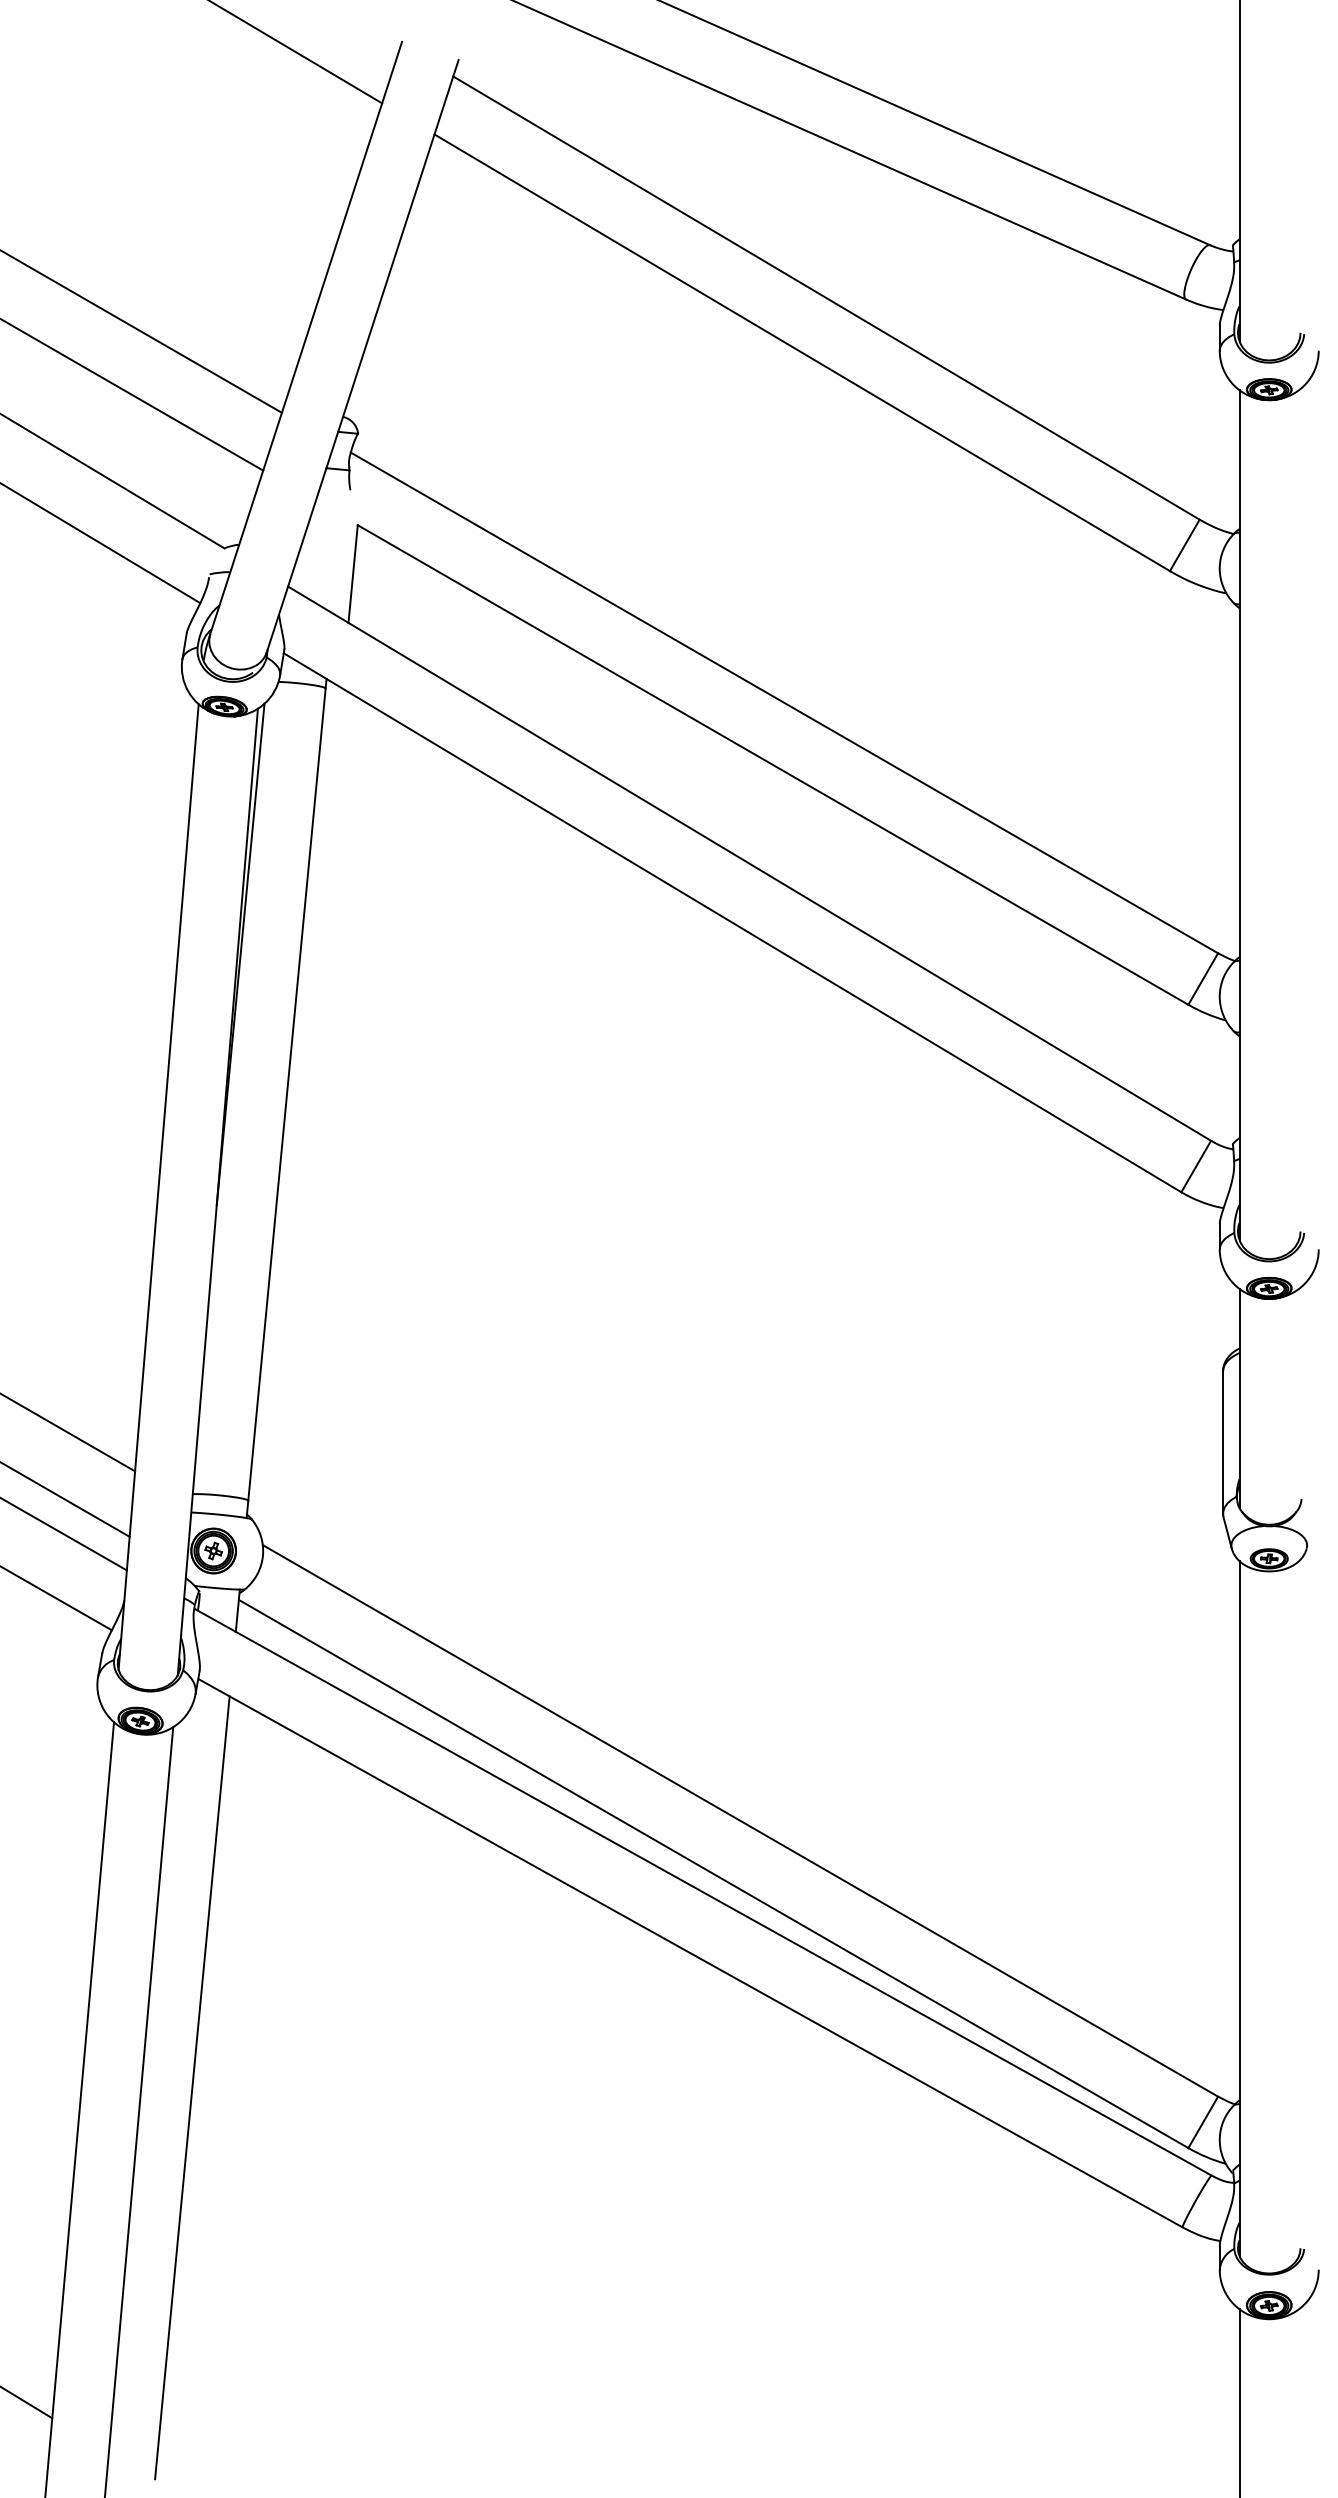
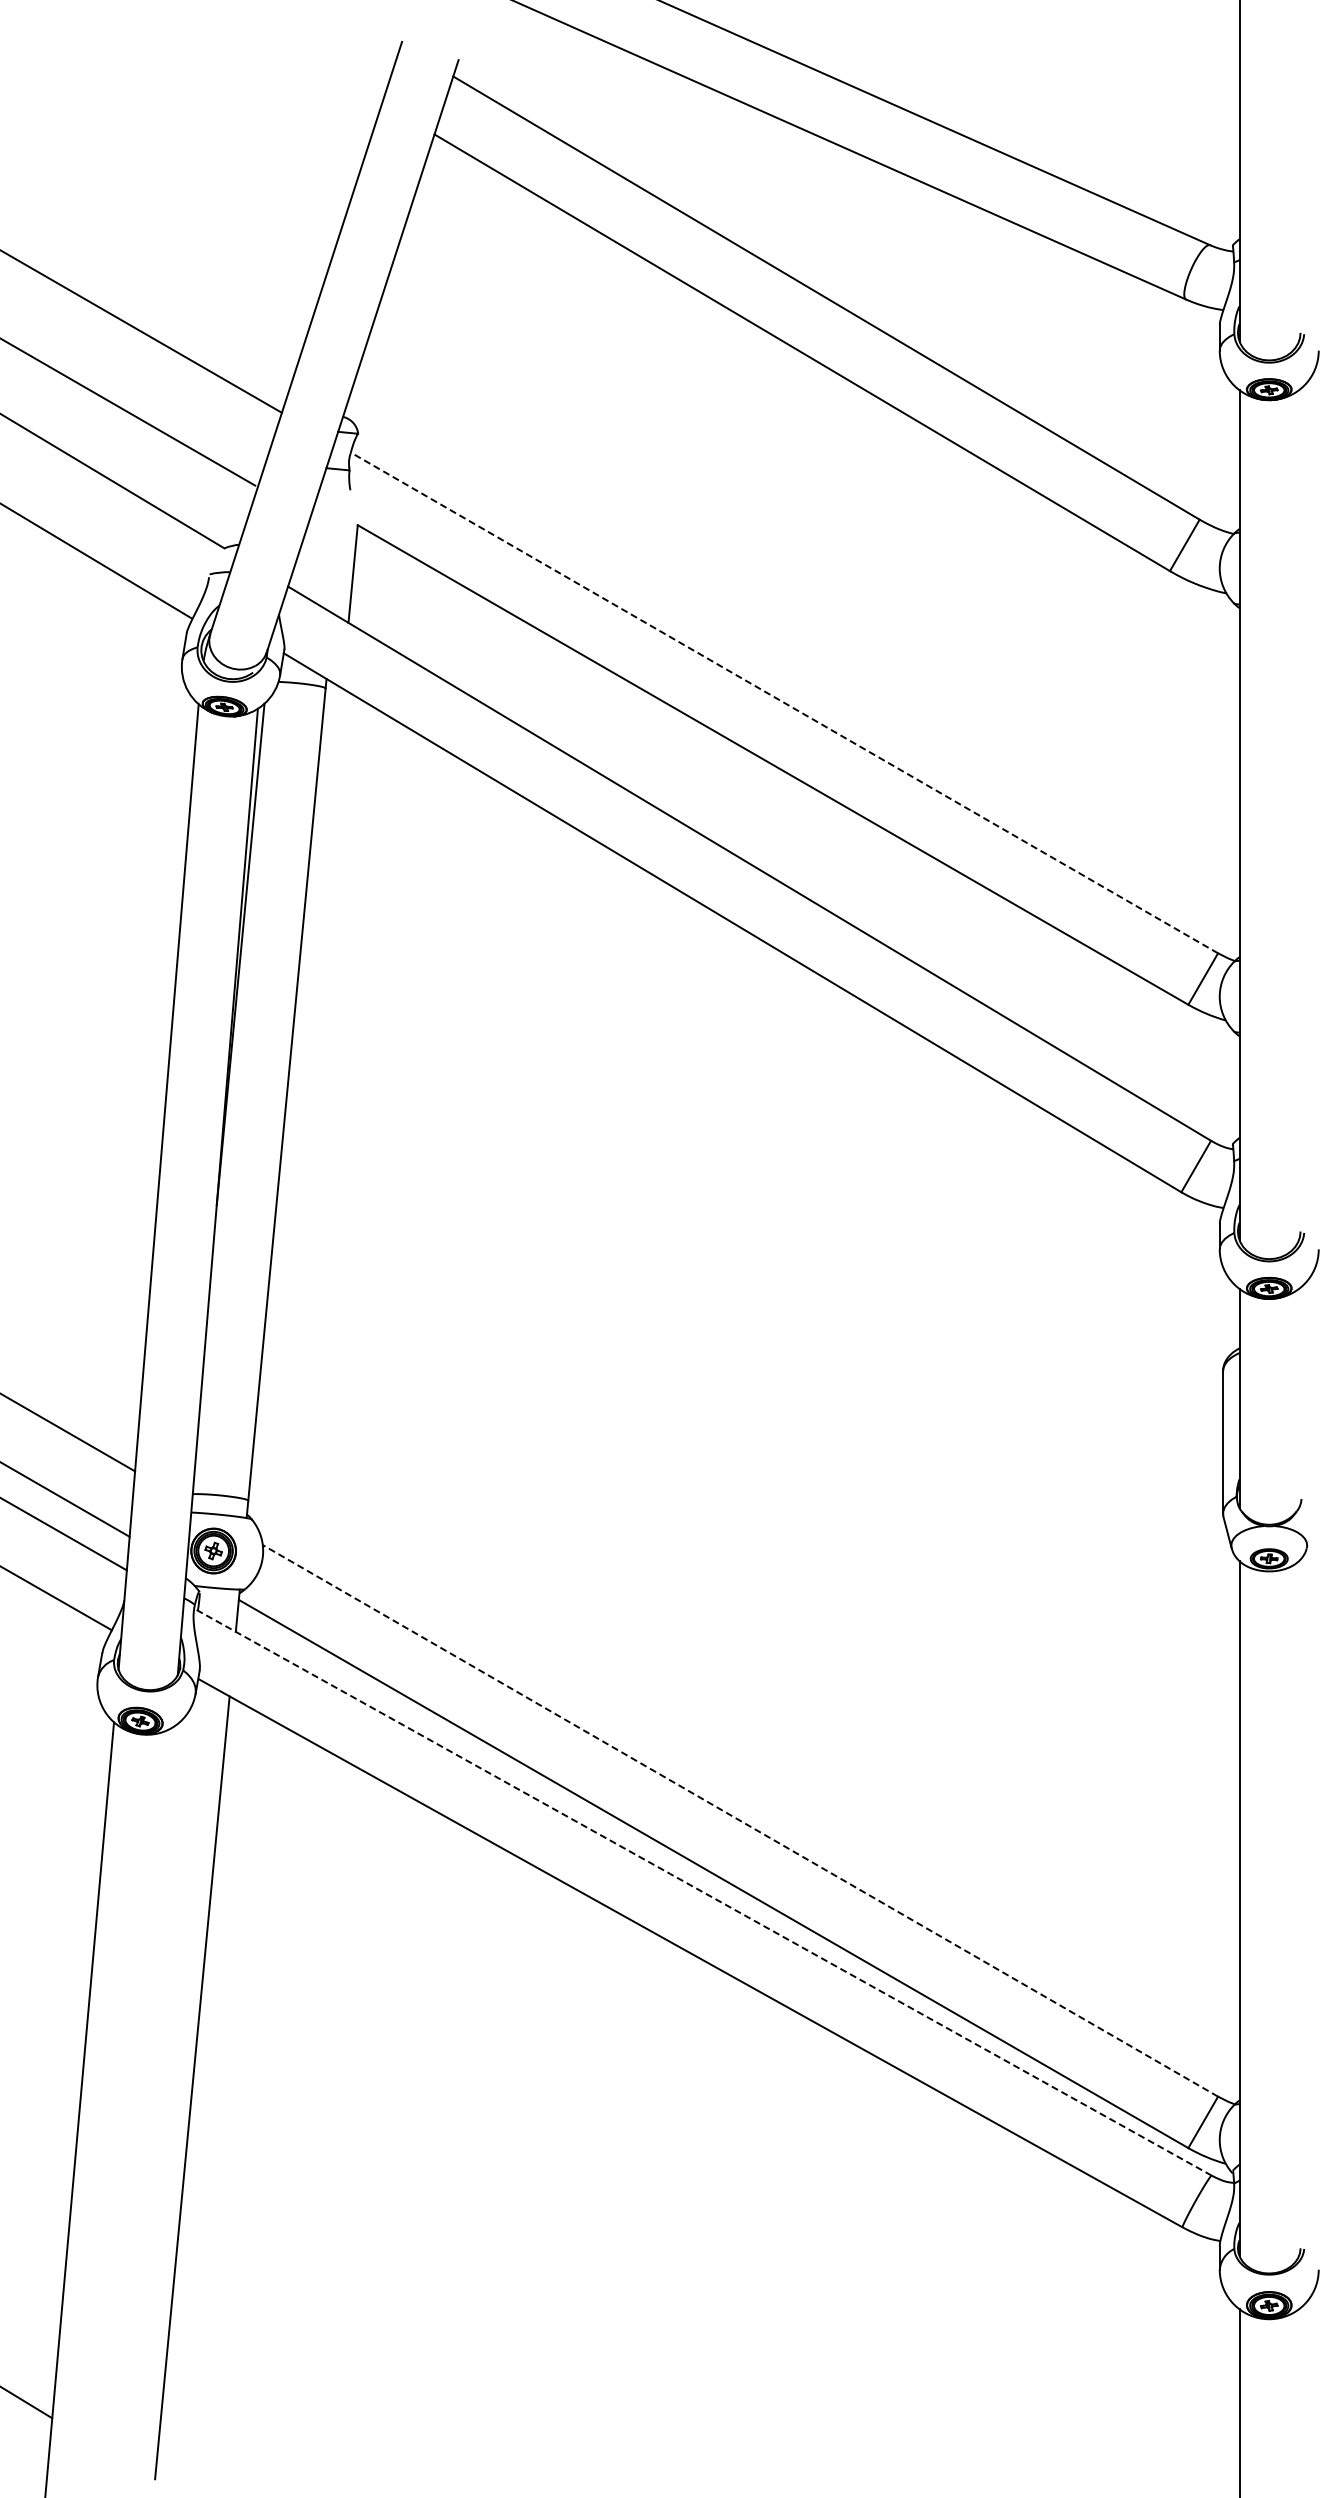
line at (296, 52): present -> none
line at (132, 395) position: (132, 395) -> (128, 412)
line at (101, 543) position: (101, 543) -> (96, 561)
line at (784, 702): solid -> dashed
line at (740, 1820): solid -> dashed
line at (702, 1891): solid -> dashed
line at (139, 2110): present -> none
